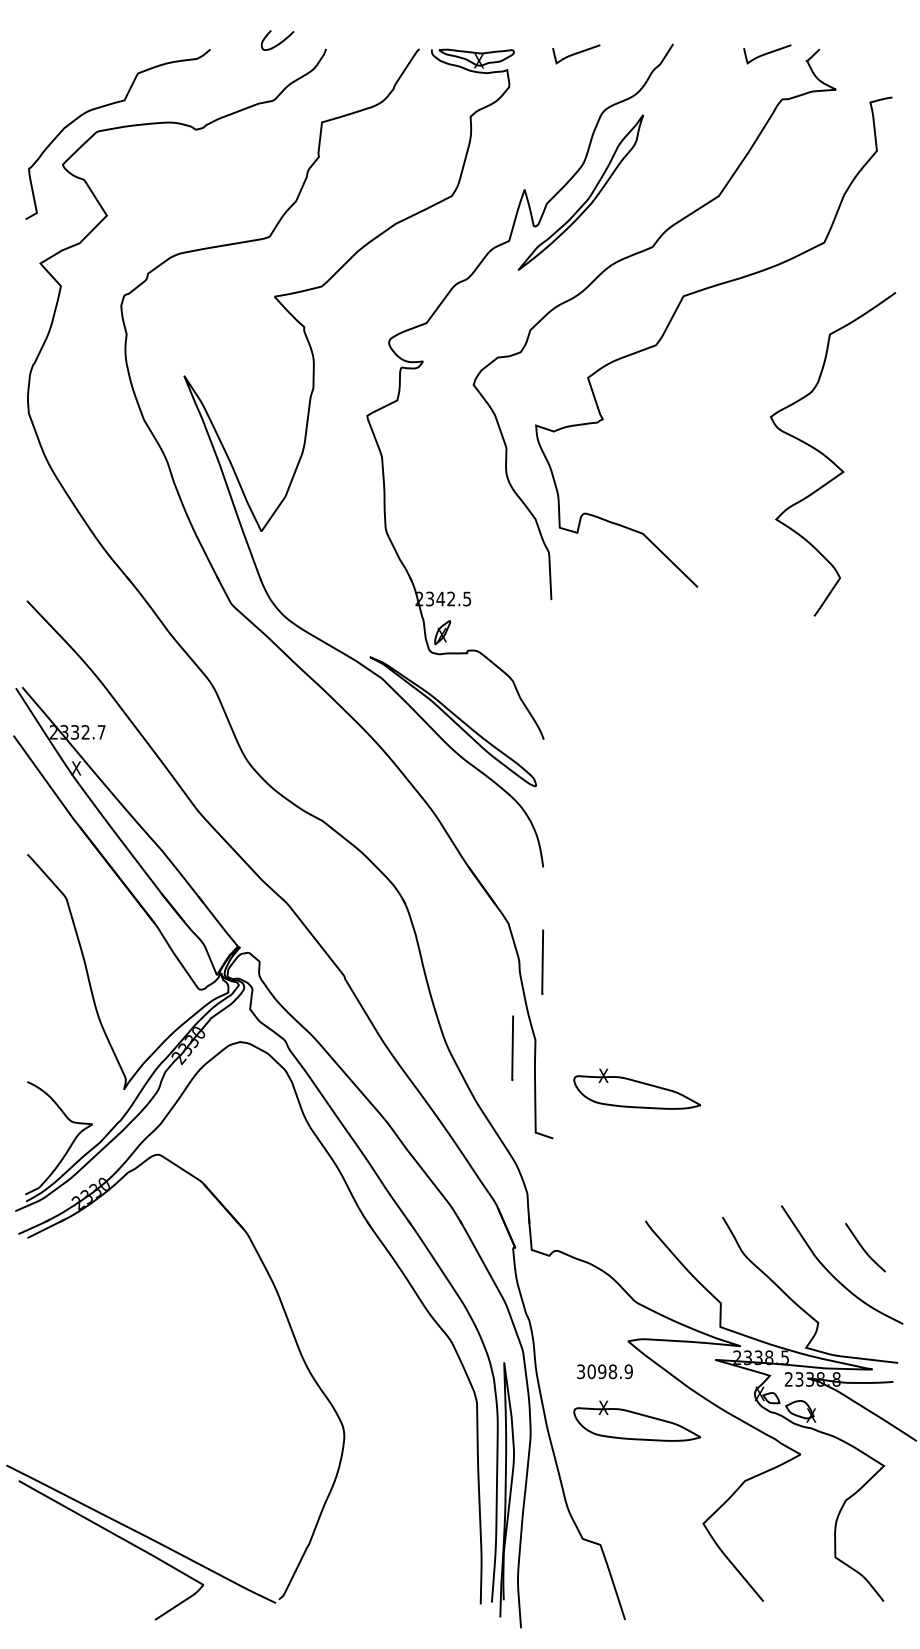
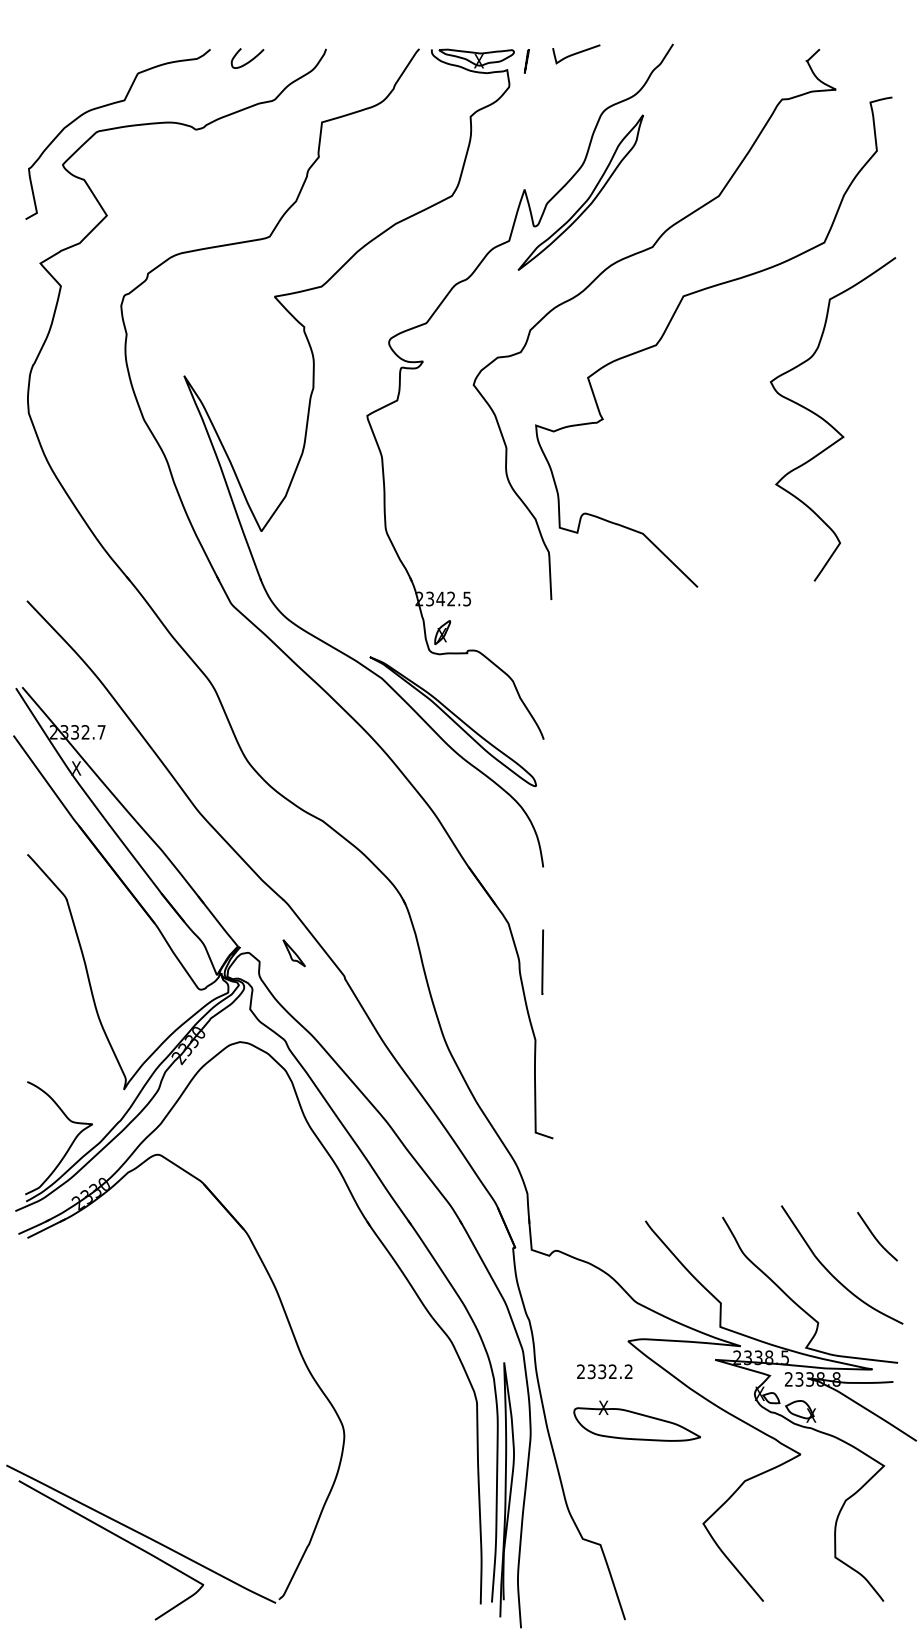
curve at (279, 42) position: (279, 42) -> (249, 60)
curve at (767, 54): present -> none
line at (526, 61): none -> present
curve at (828, 457) position: (828, 457) -> (828, 422)
part at (293, 953): none -> present
line at (512, 1047): present -> none
part at (636, 1088): present -> none
curve at (864, 1248) position: (864, 1248) -> (876, 1237)
text at (604, 1371): 3098.9 -> 2332.2
